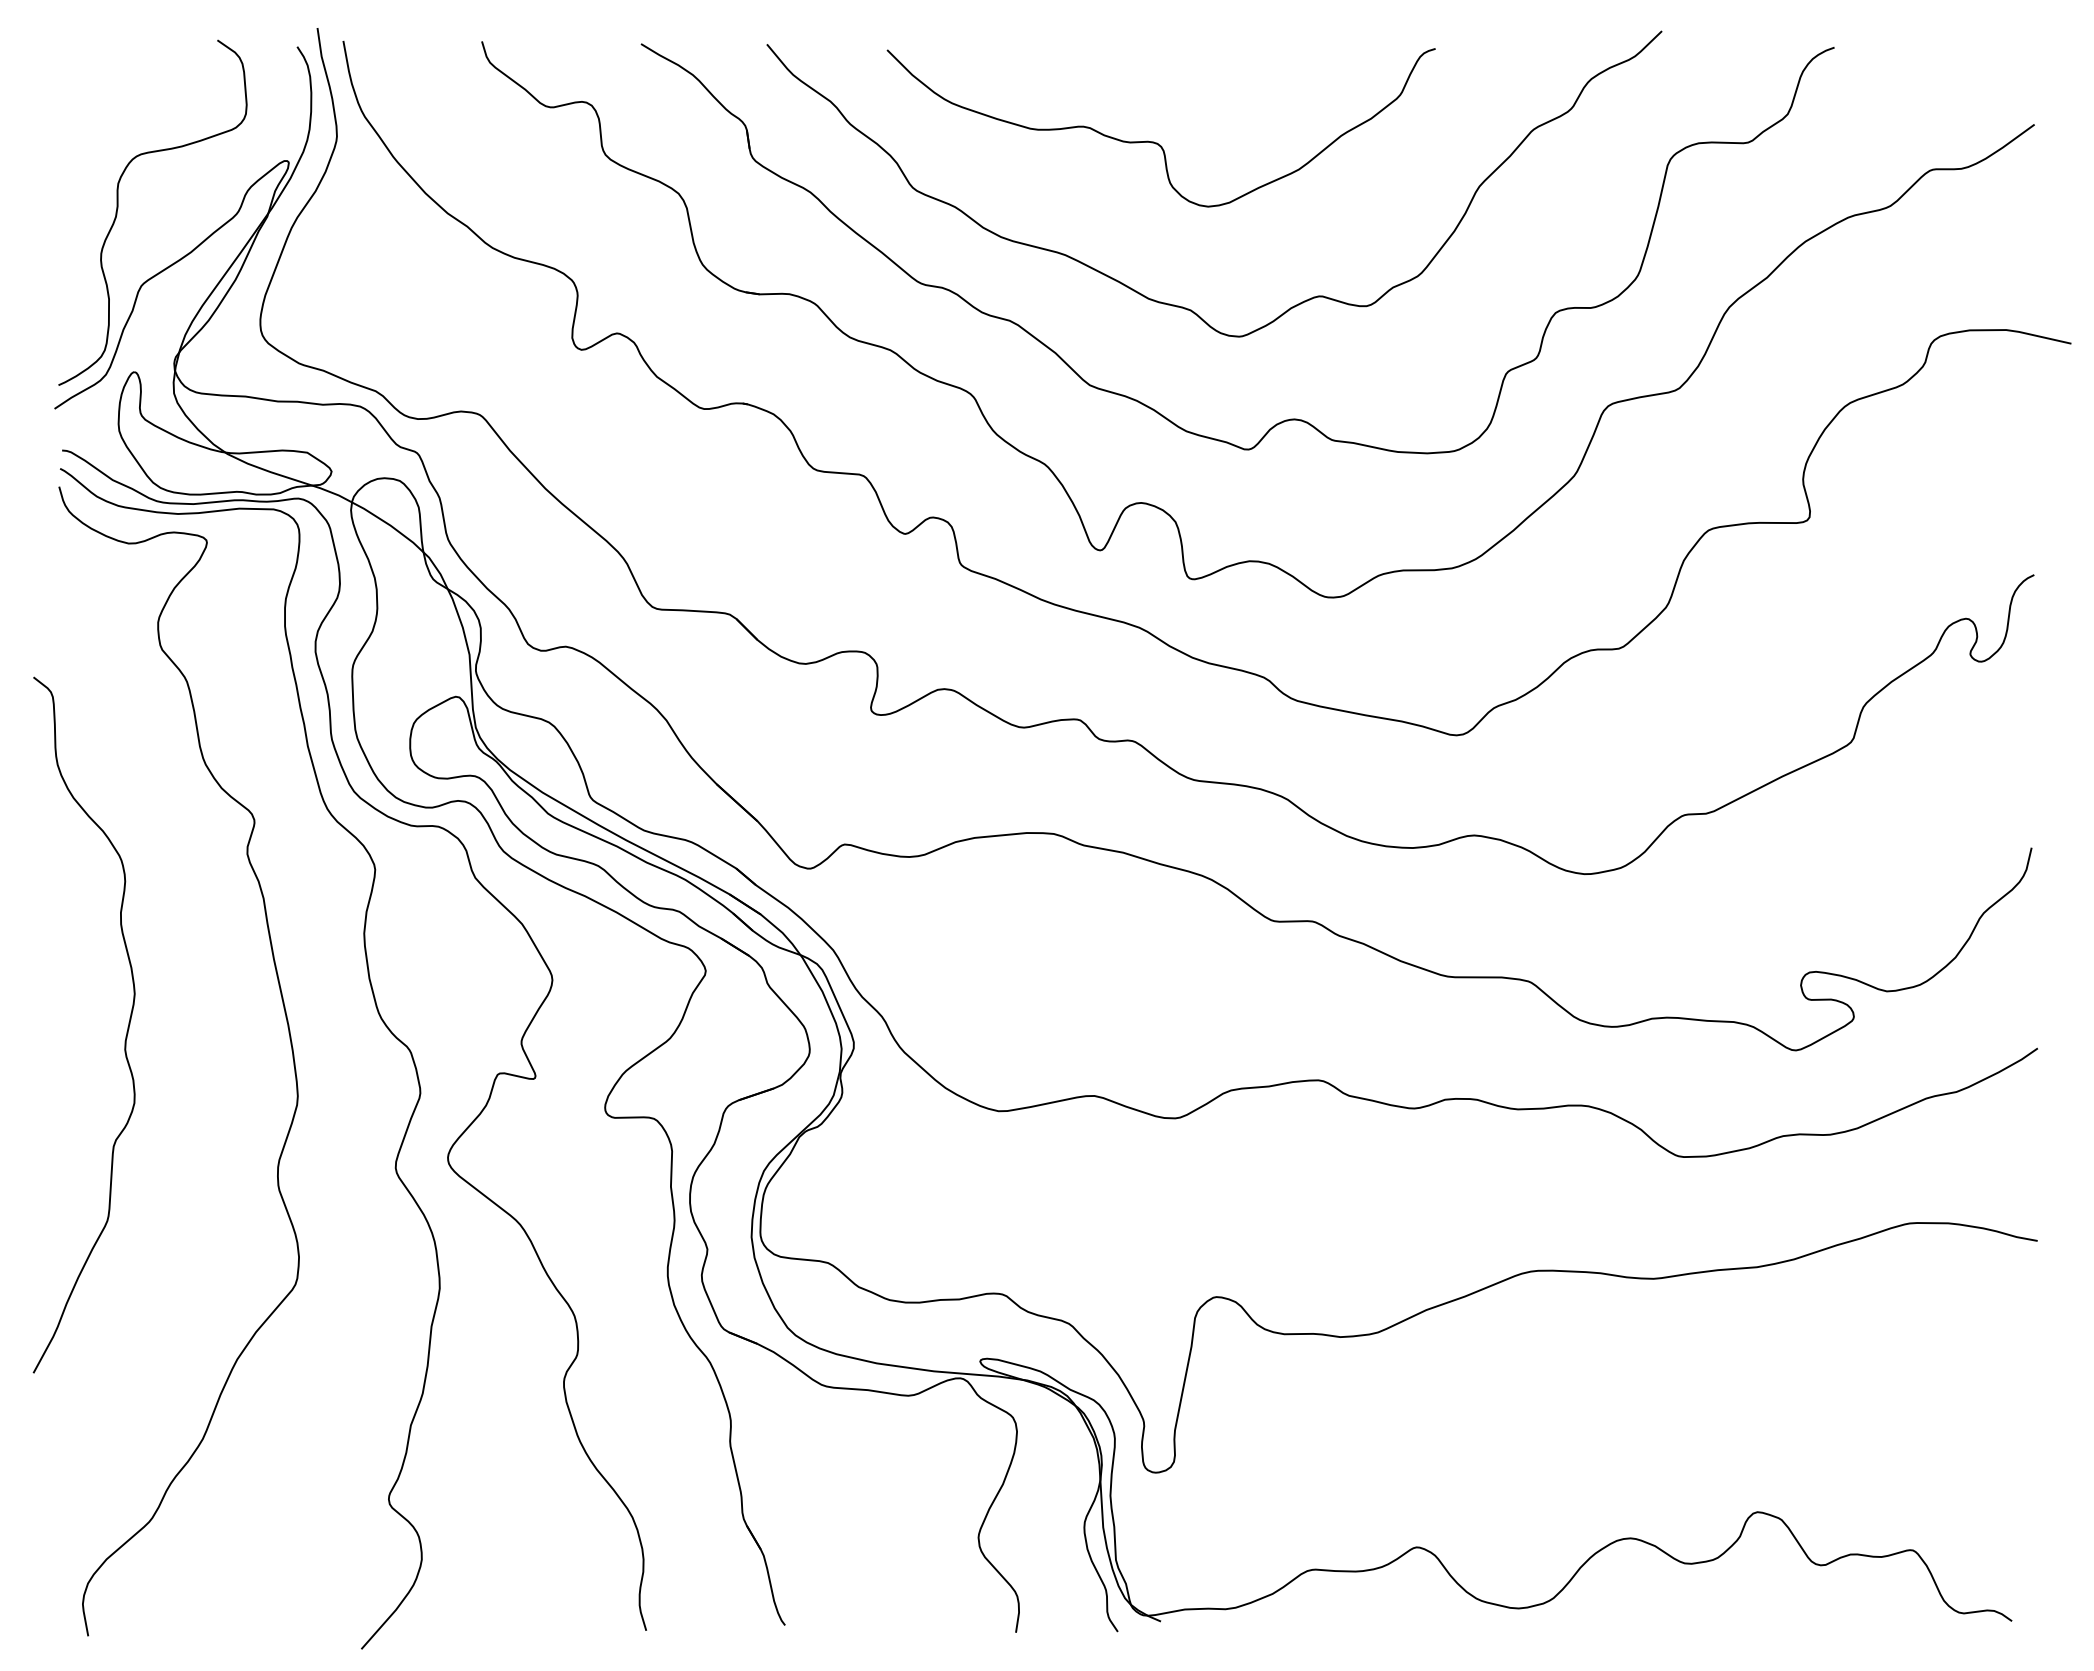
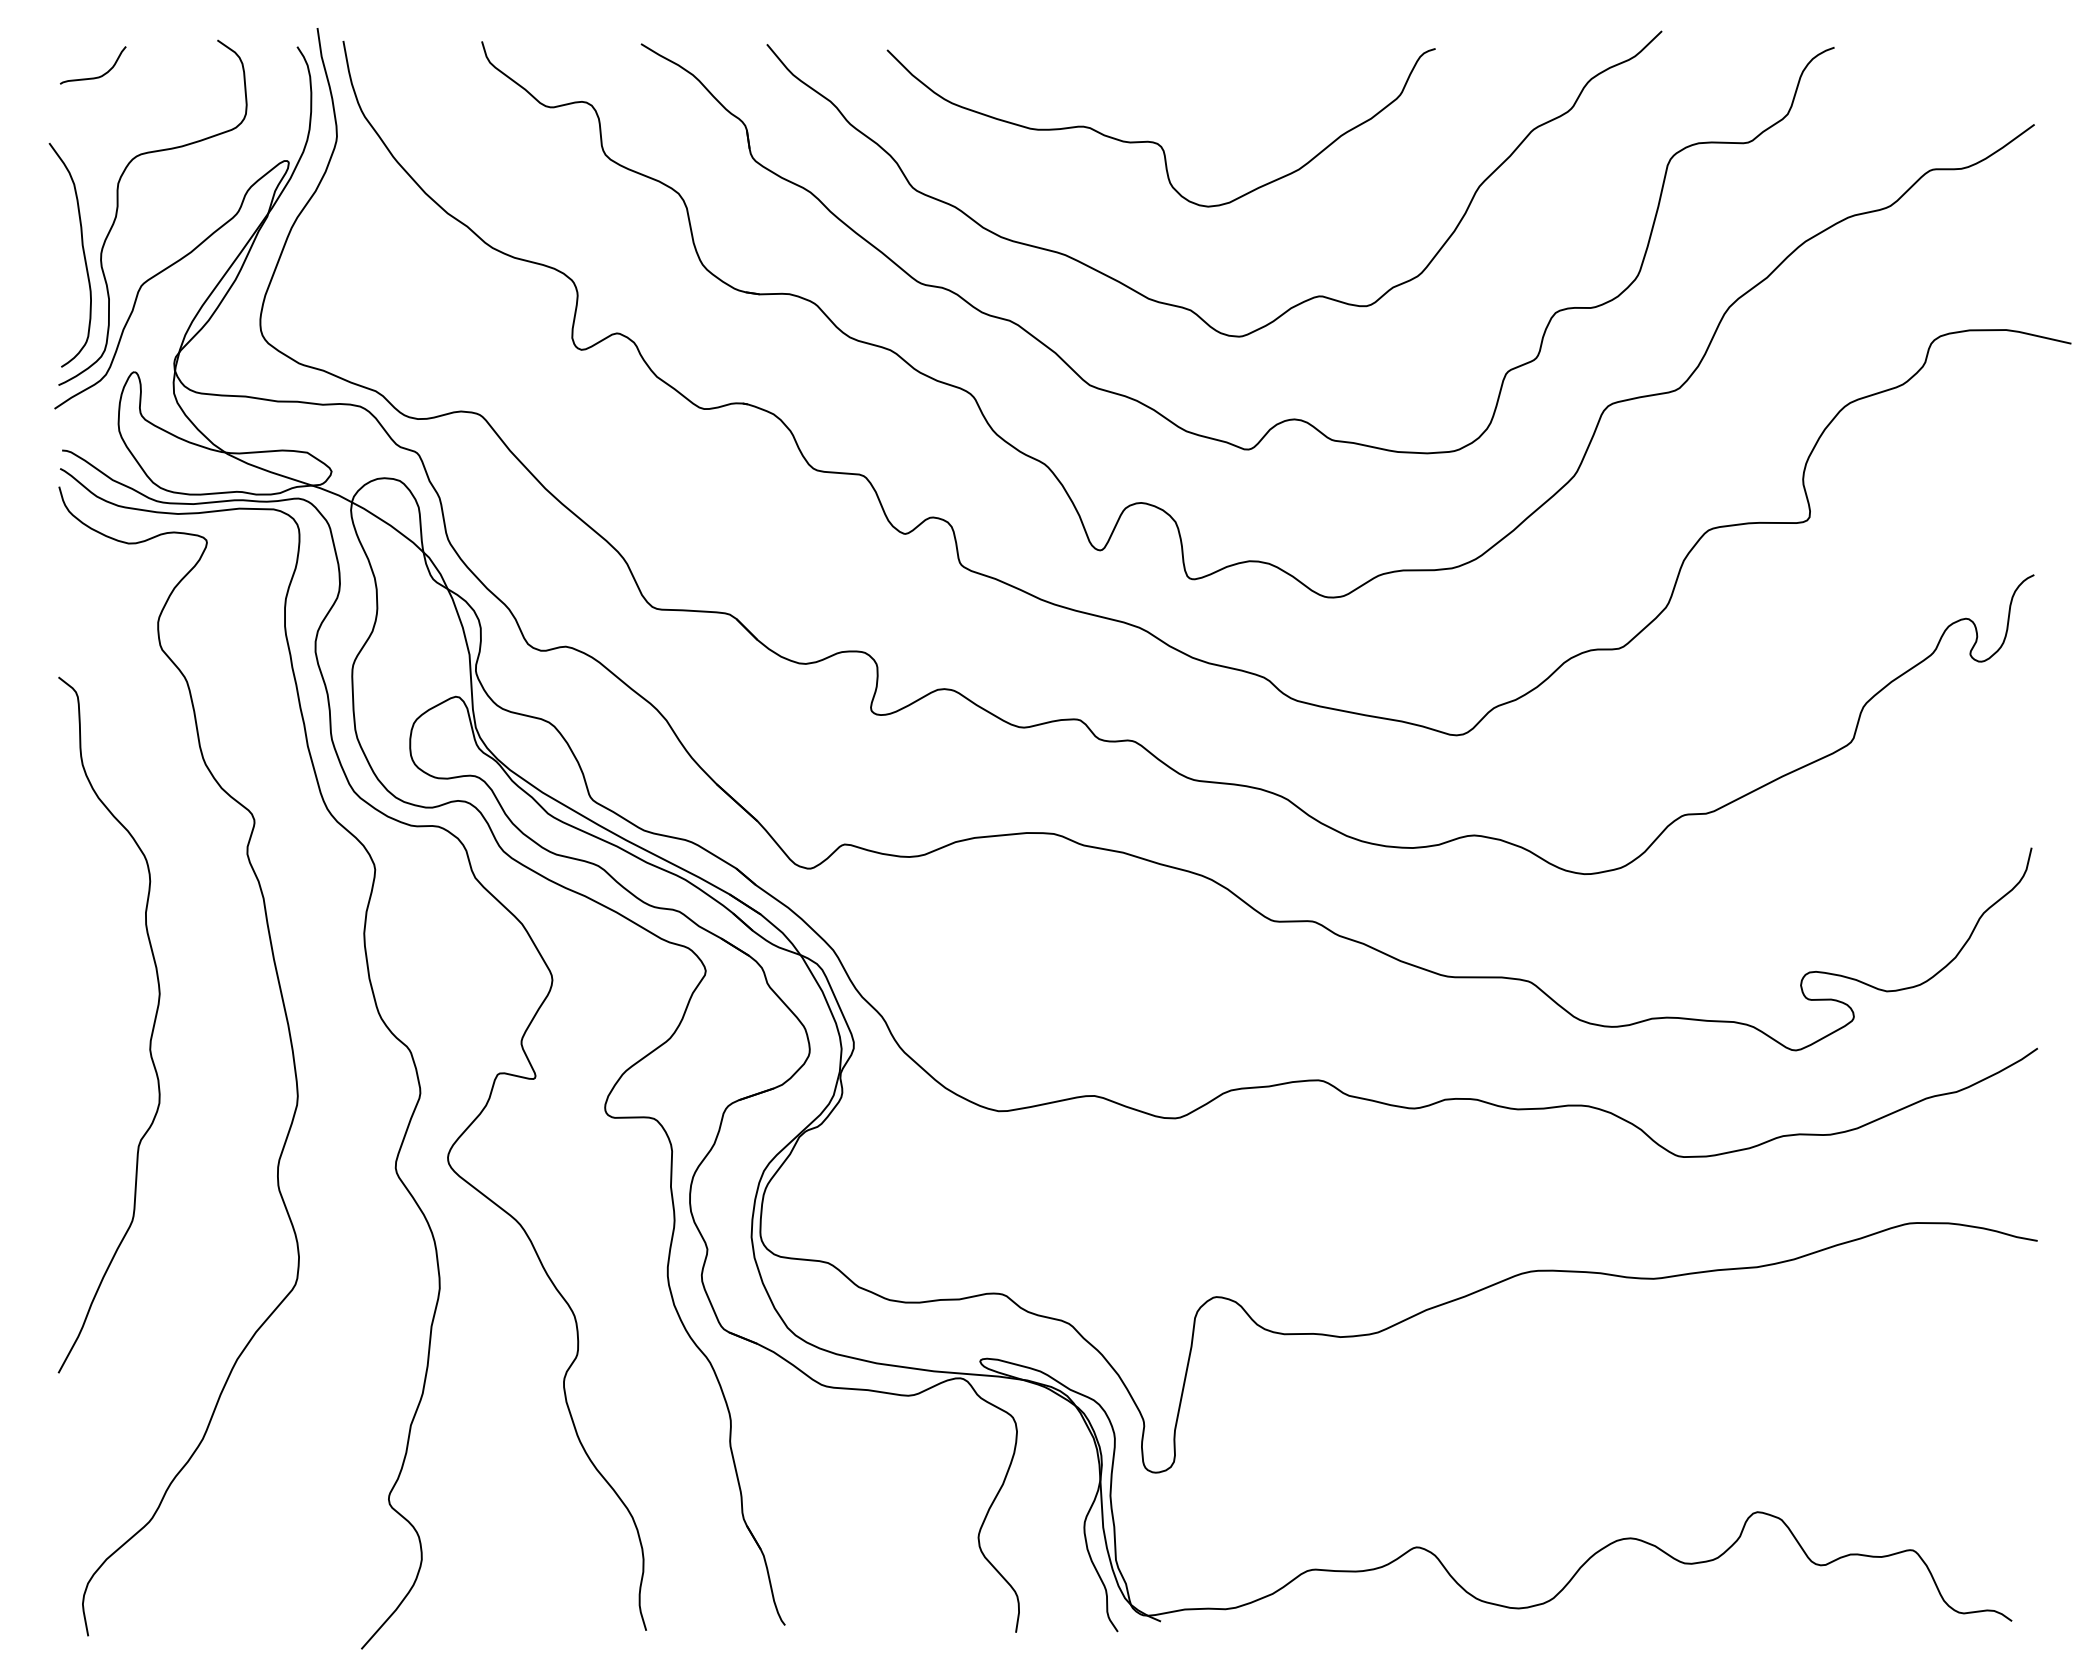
curve at (92, 77): none -> present
curve at (82, 251): none -> present
curve at (126, 1031) position: (126, 1031) -> (151, 1031)
